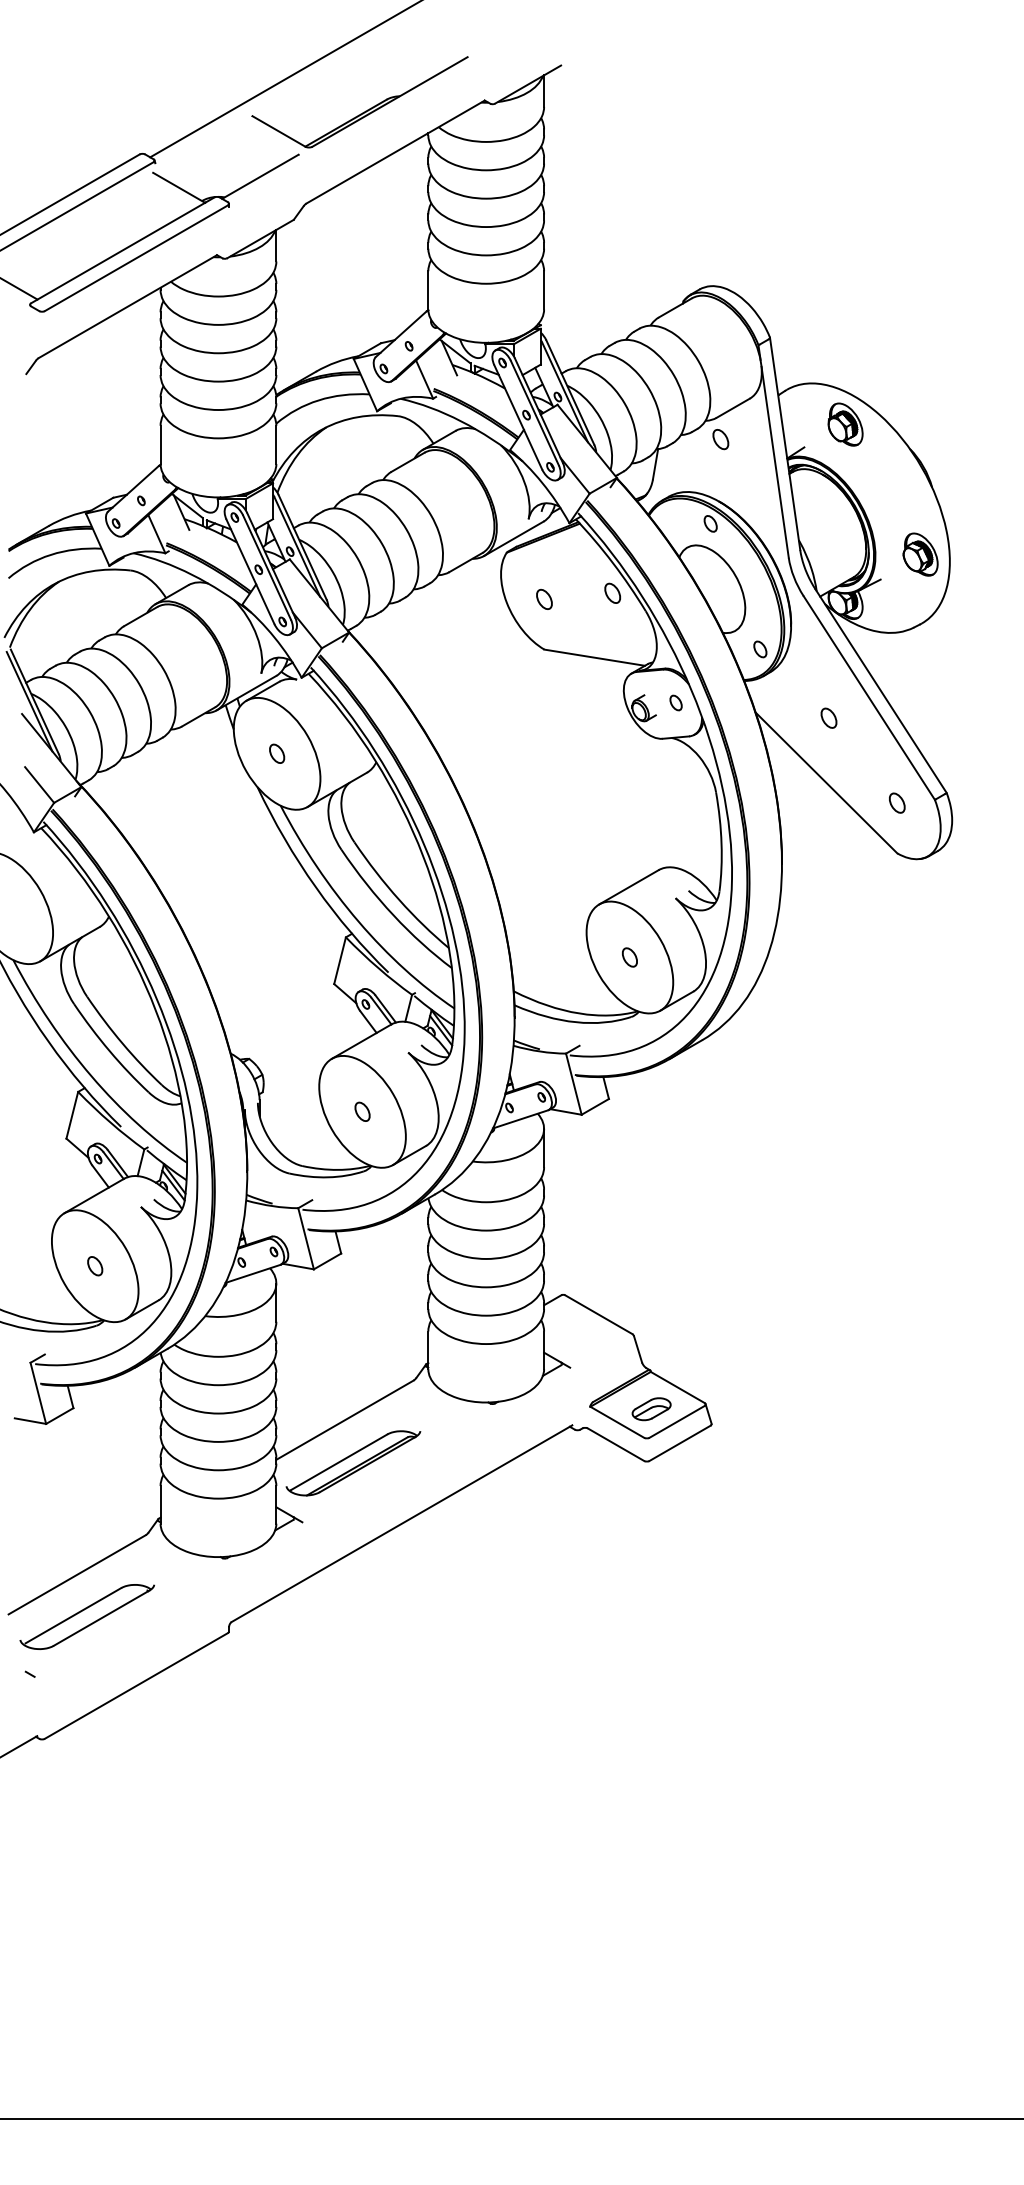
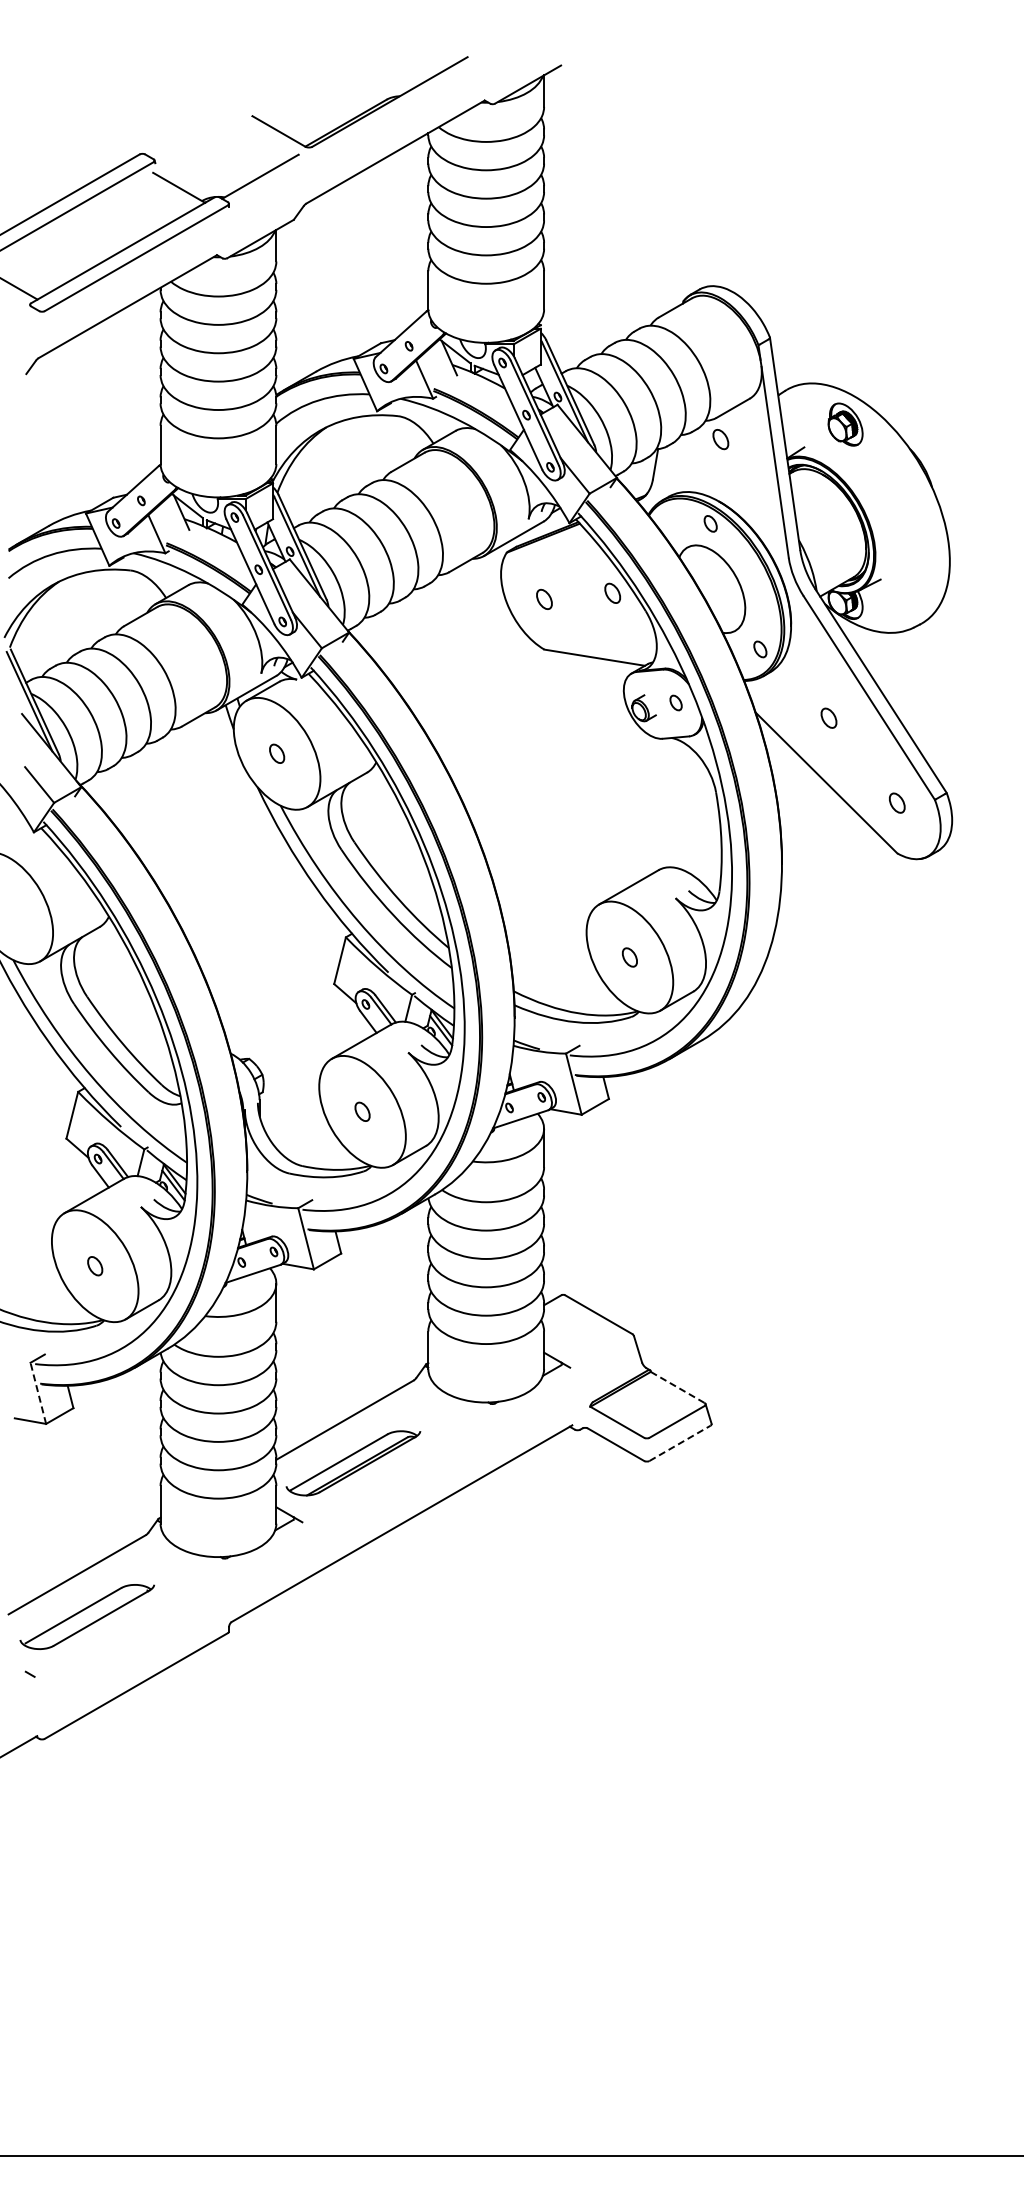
line at (284, 79): present -> none
part at (920, 554): present -> none
line at (678, 1387): solid -> dashed
line at (38, 1393): solid -> dashed
part at (651, 1409): present -> none
line at (680, 1443): solid -> dashed
line at (511, 2119) position: (511, 2119) -> (511, 2156)
